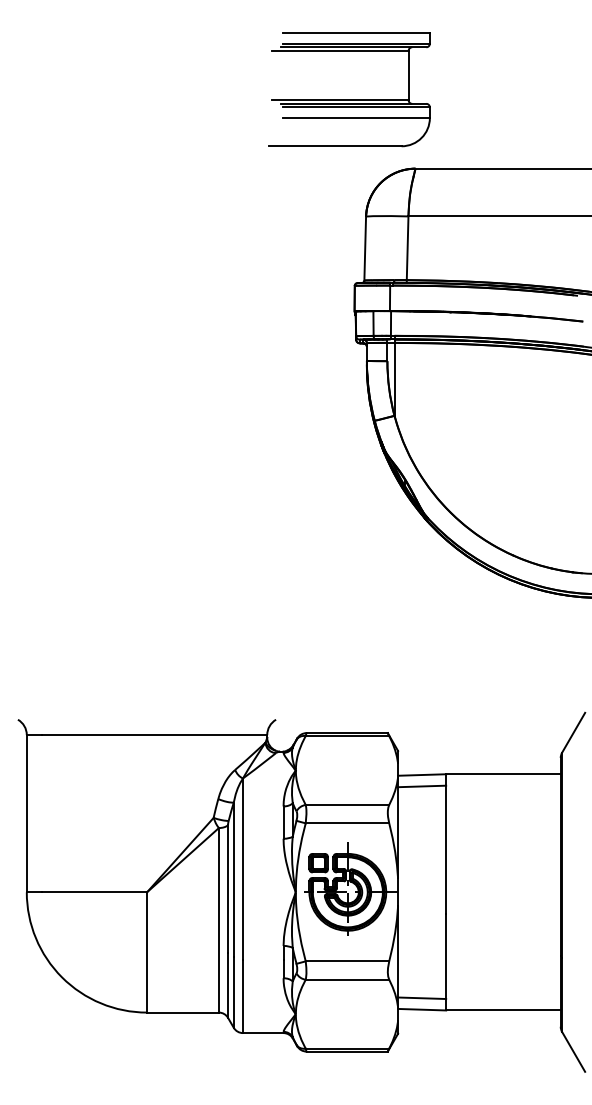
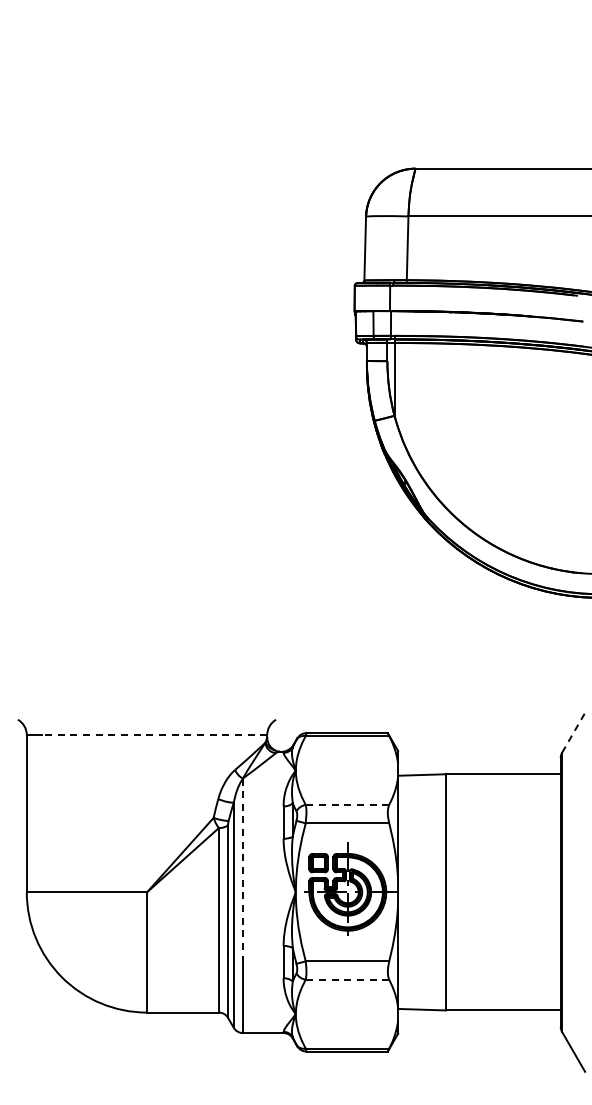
part at (349, 99): present -> none
line at (573, 732): solid -> dashed
line at (154, 735): solid -> dashed
line at (422, 786): present -> none
line at (347, 804): solid -> dashed
line at (242, 869): solid -> dashed
line at (347, 979): solid -> dashed
line at (422, 998): present -> none
